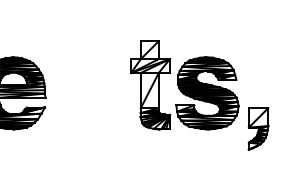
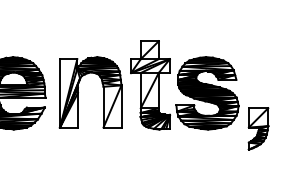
part at (78, 92): none -> present
